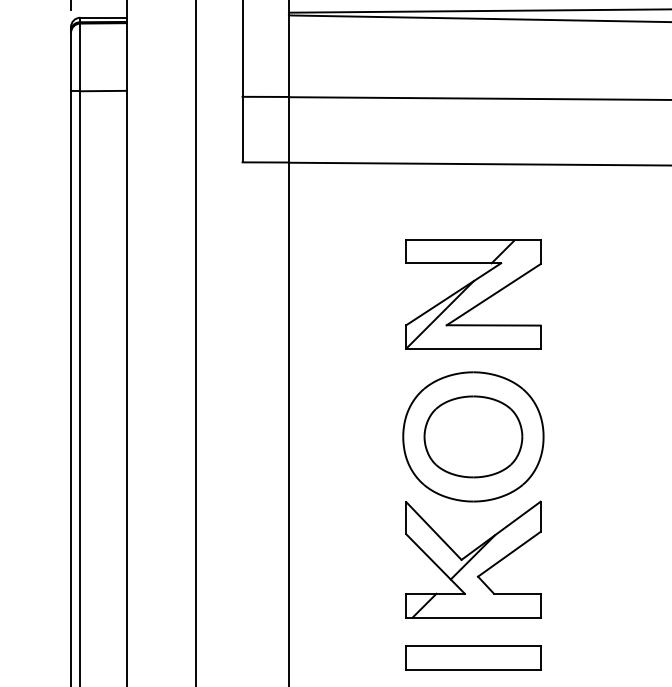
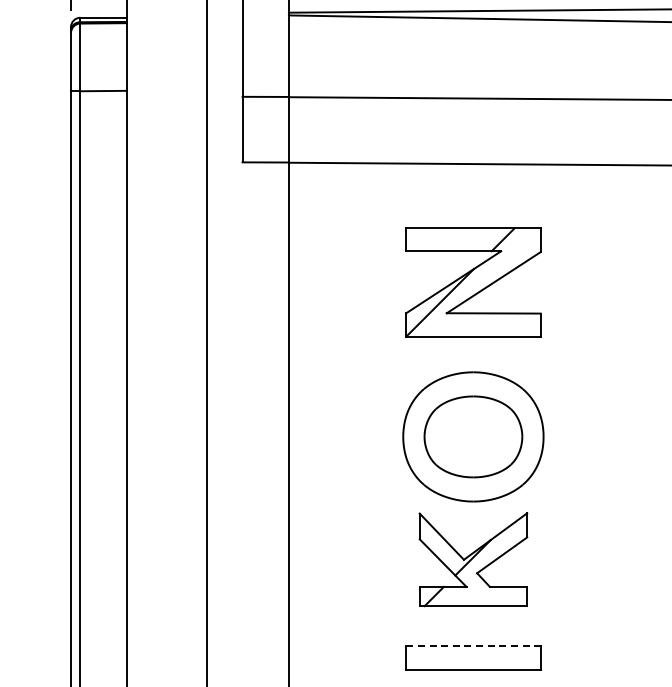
part at (473, 294) position: (473, 294) -> (473, 282)
line at (196, 342) position: (196, 342) -> (207, 342)
part at (473, 559) size: 137x119 px -> 111x96 px
line at (473, 646): solid -> dashed
